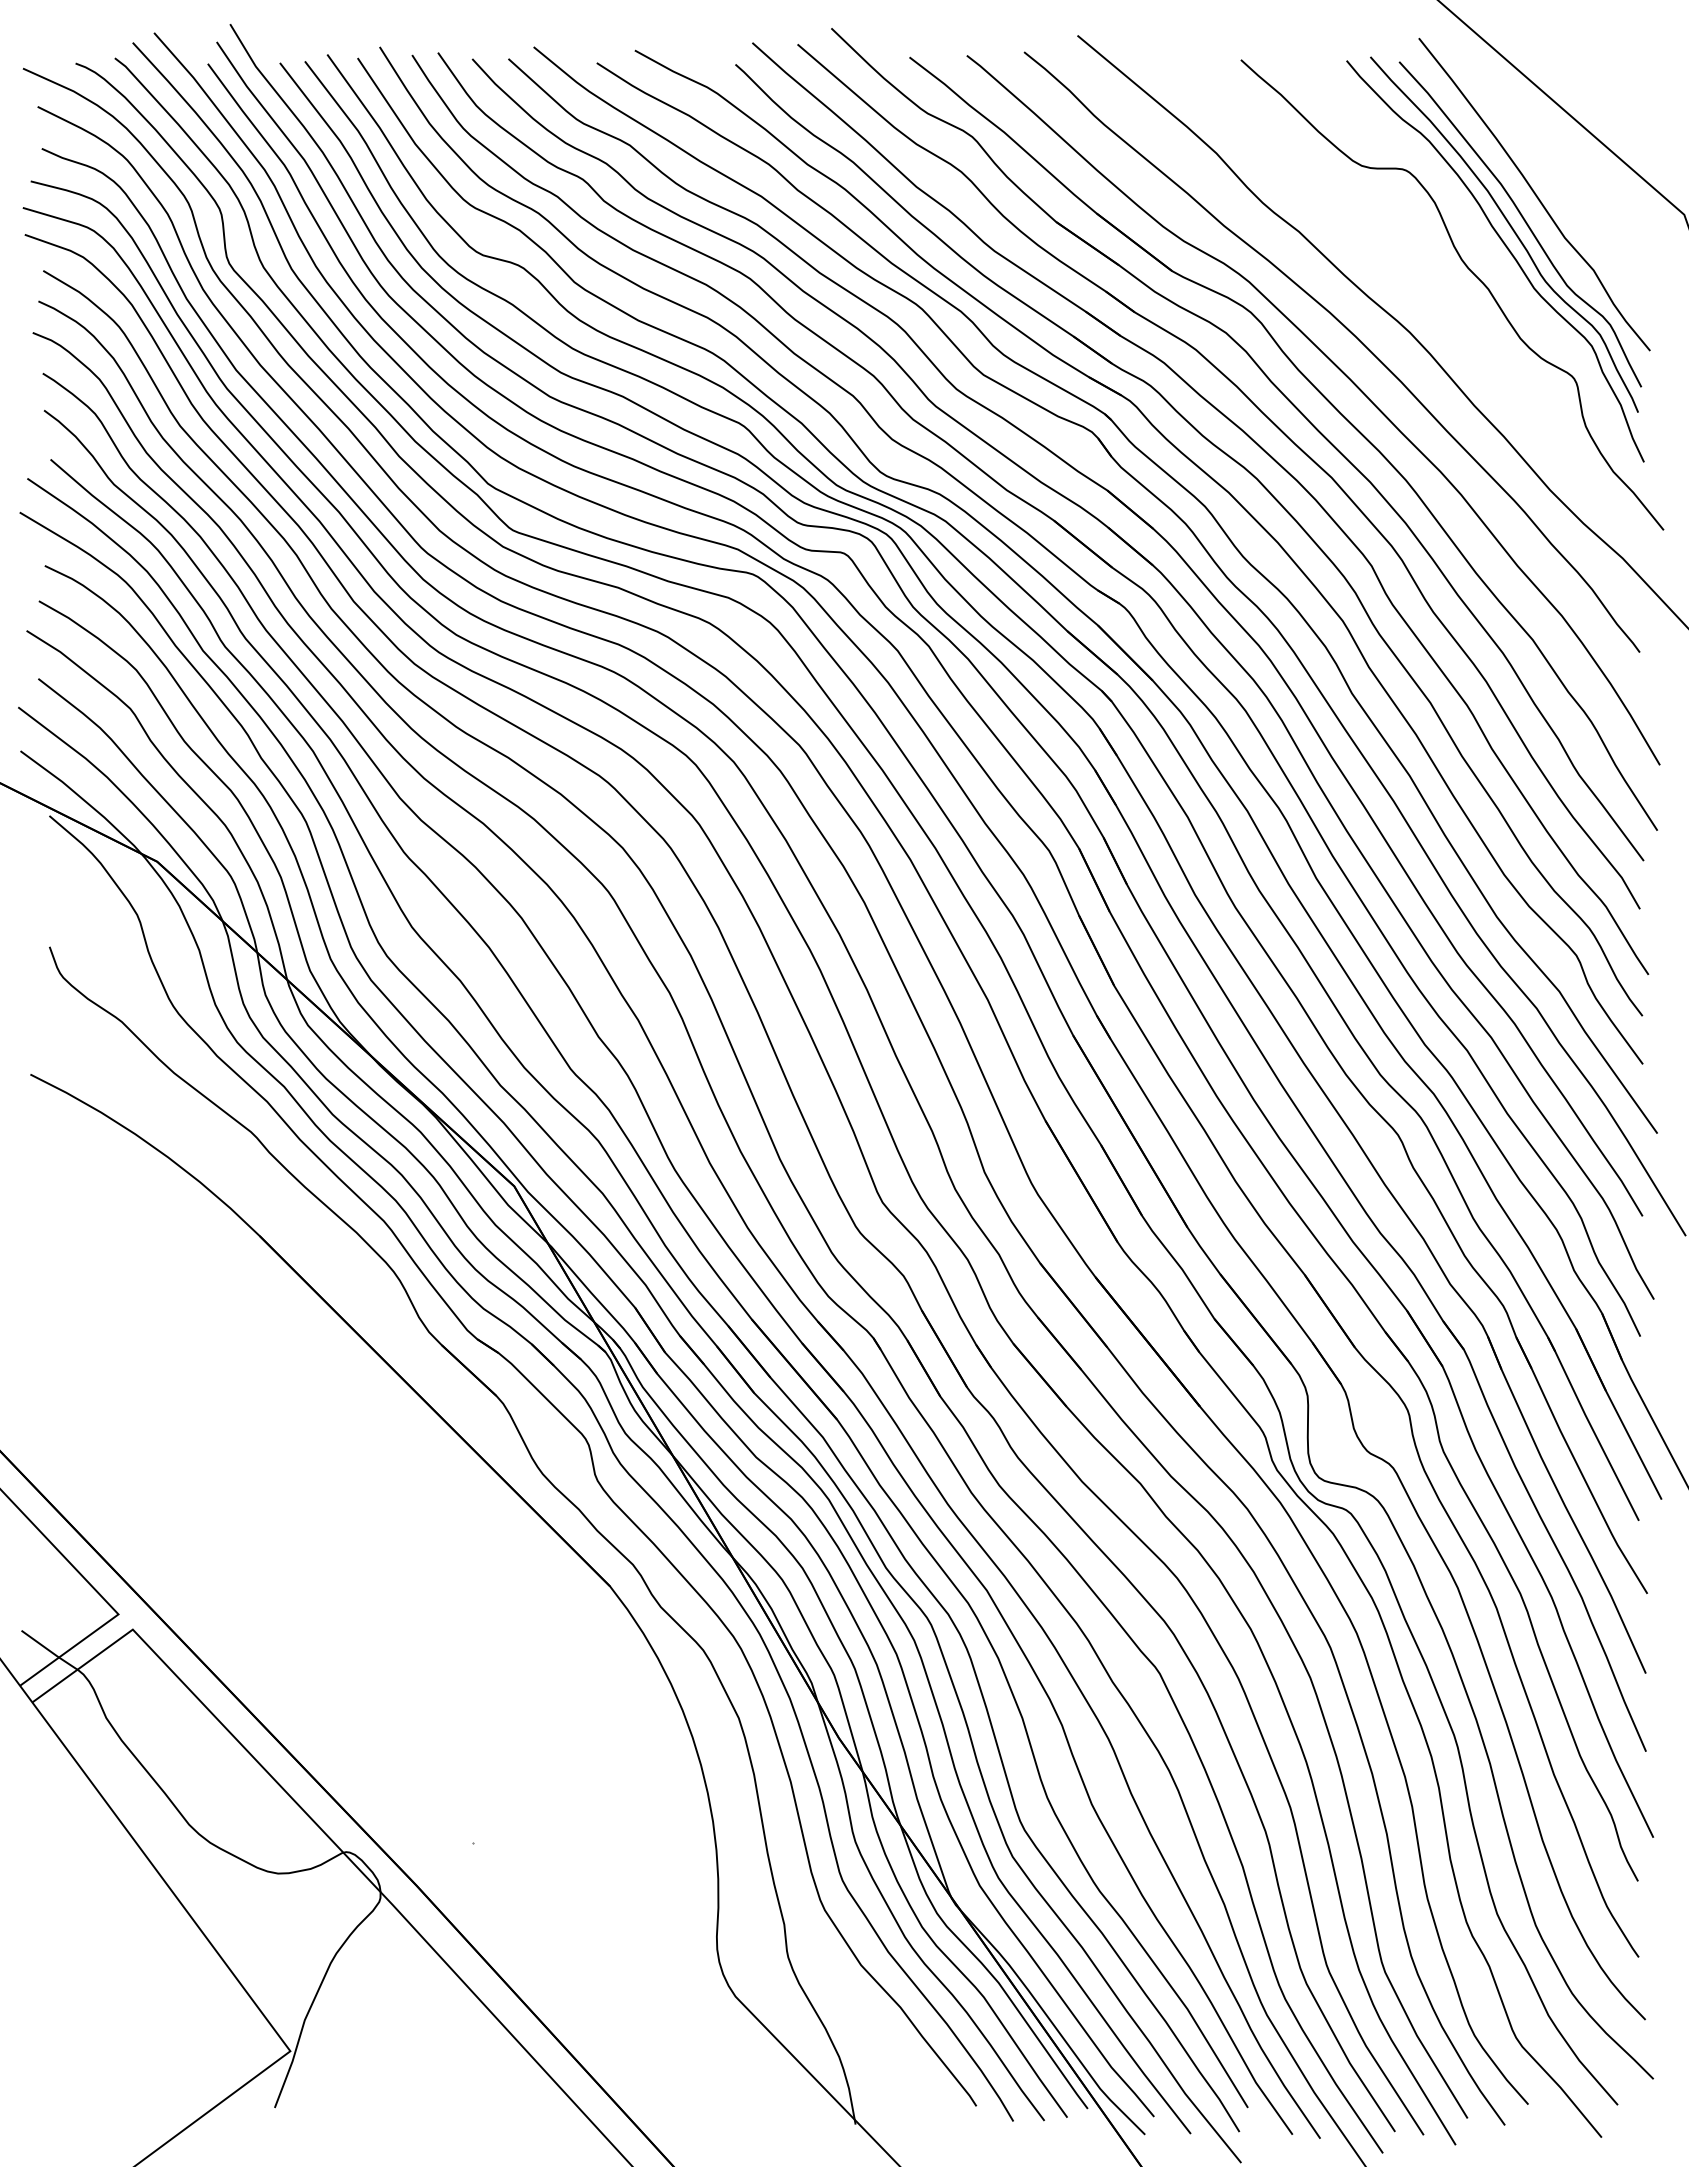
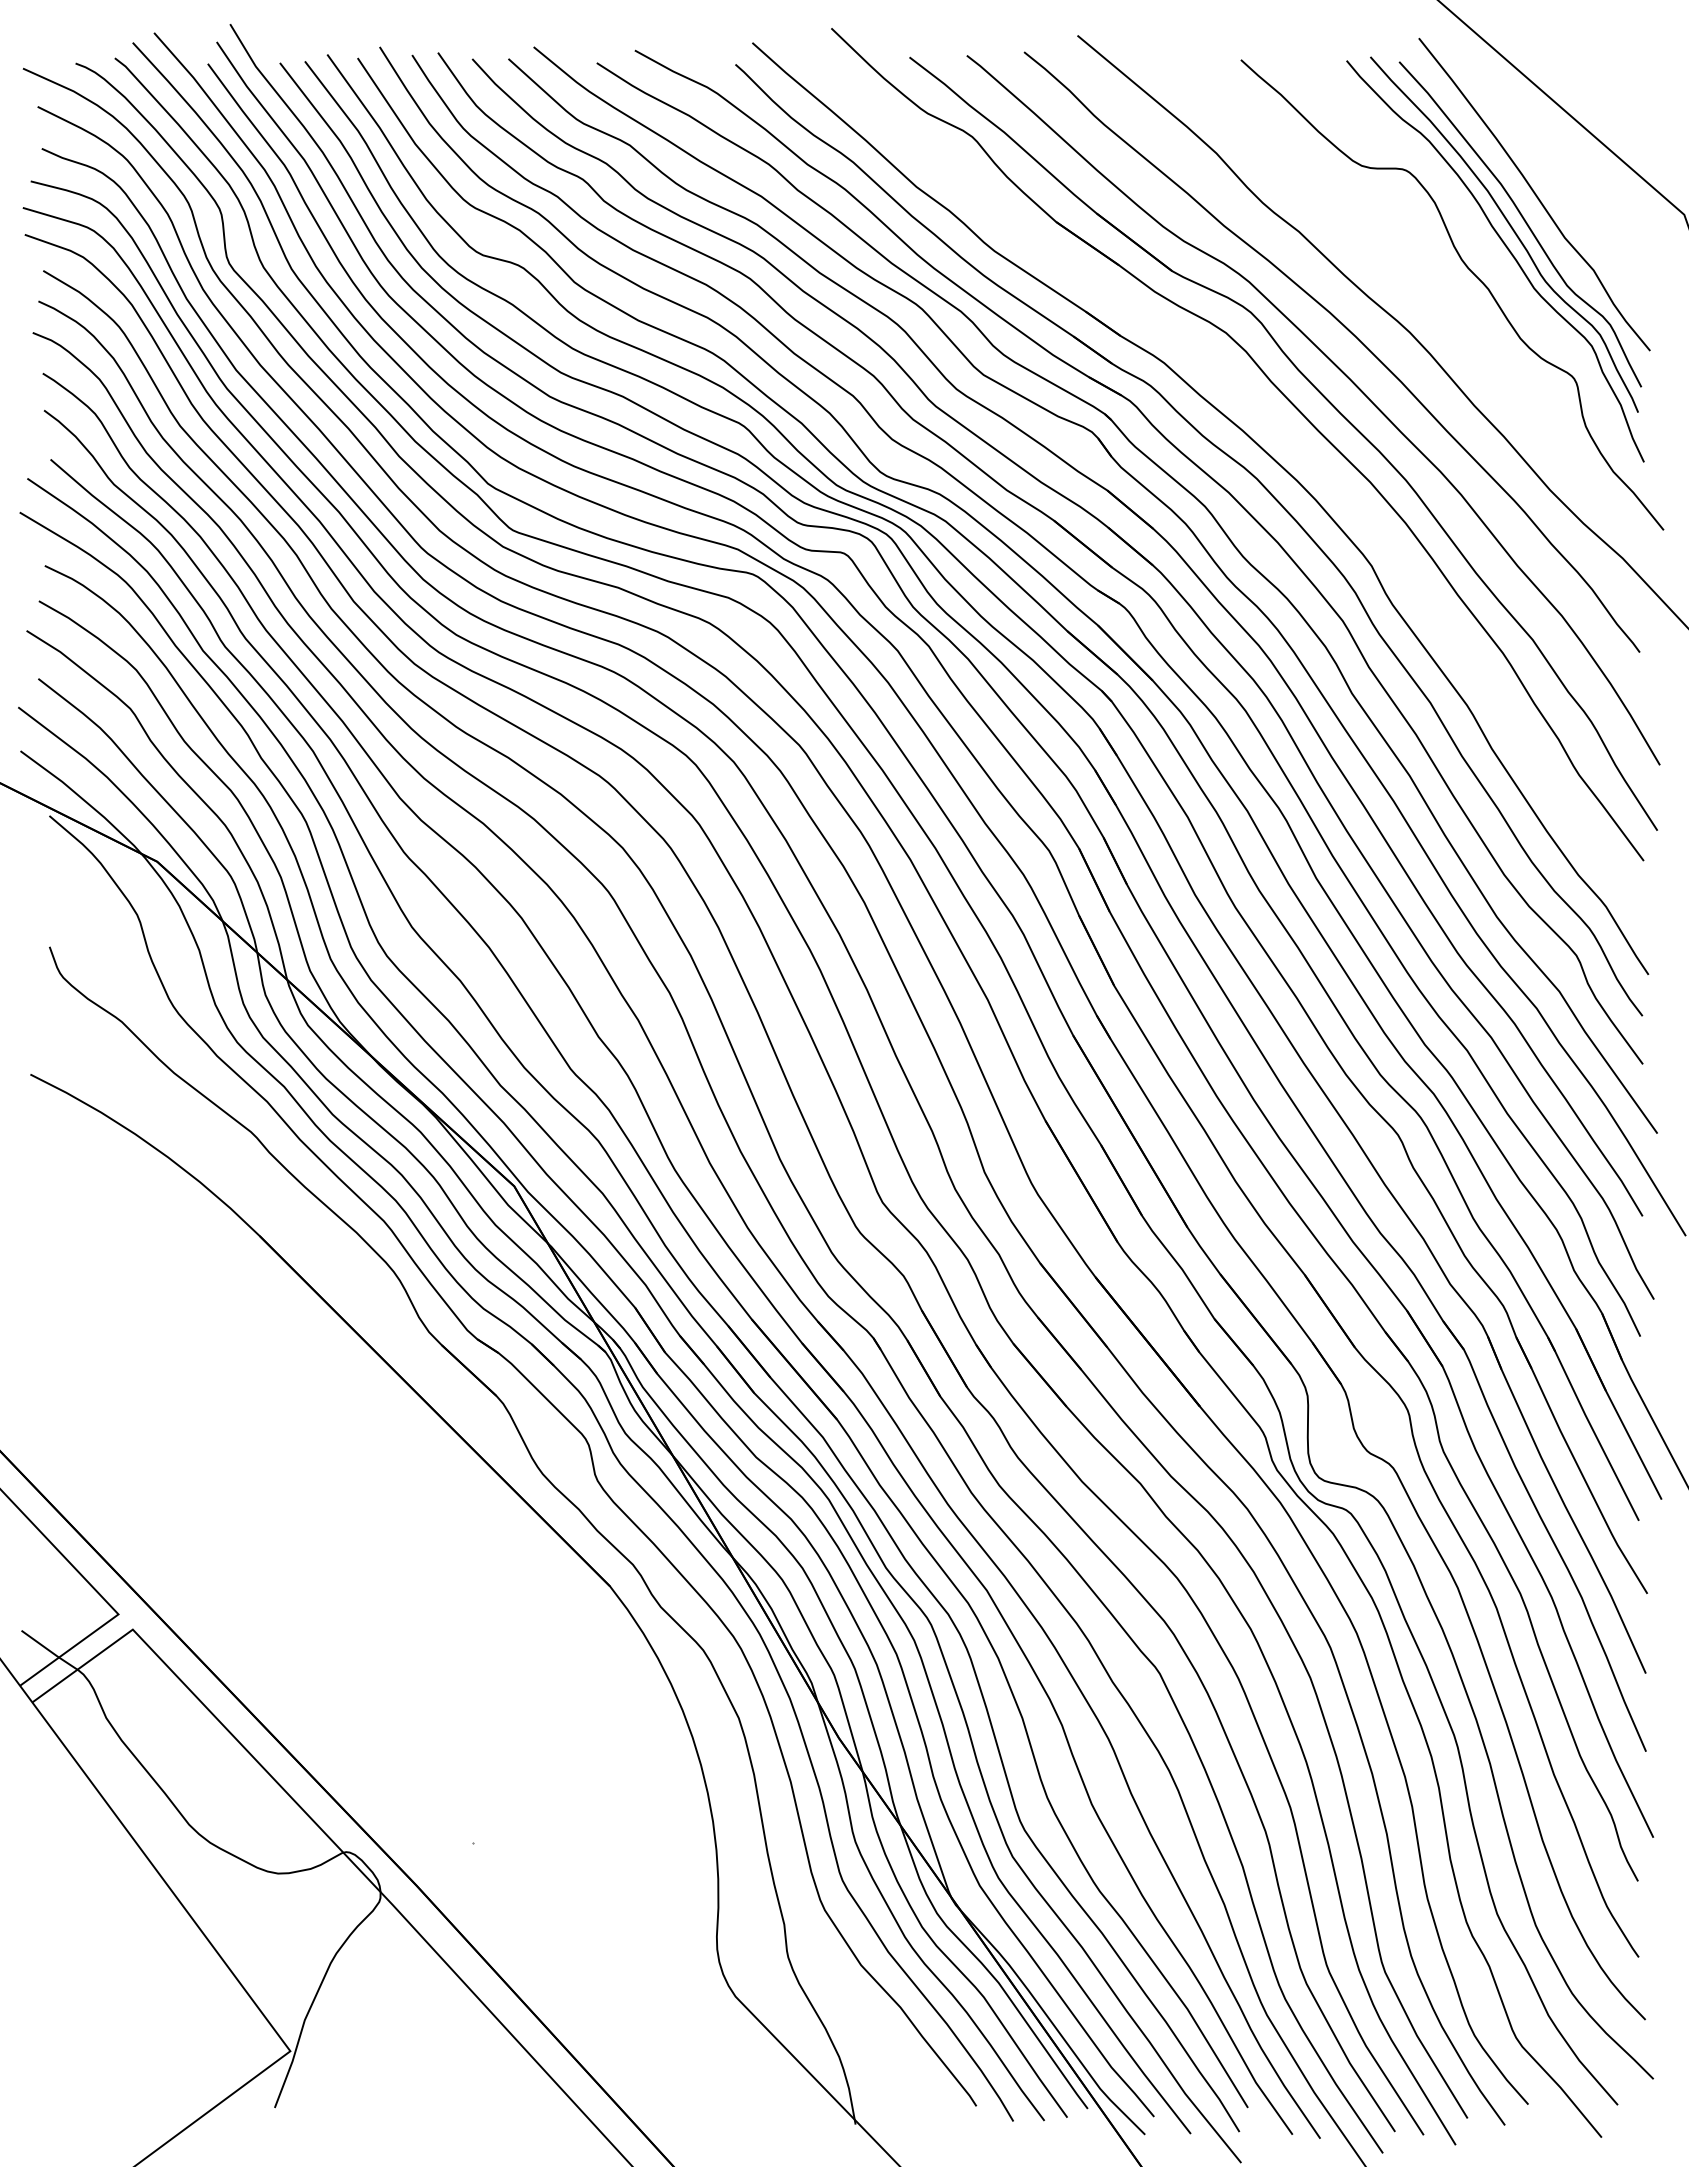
part at (1271, 422): present -> none
